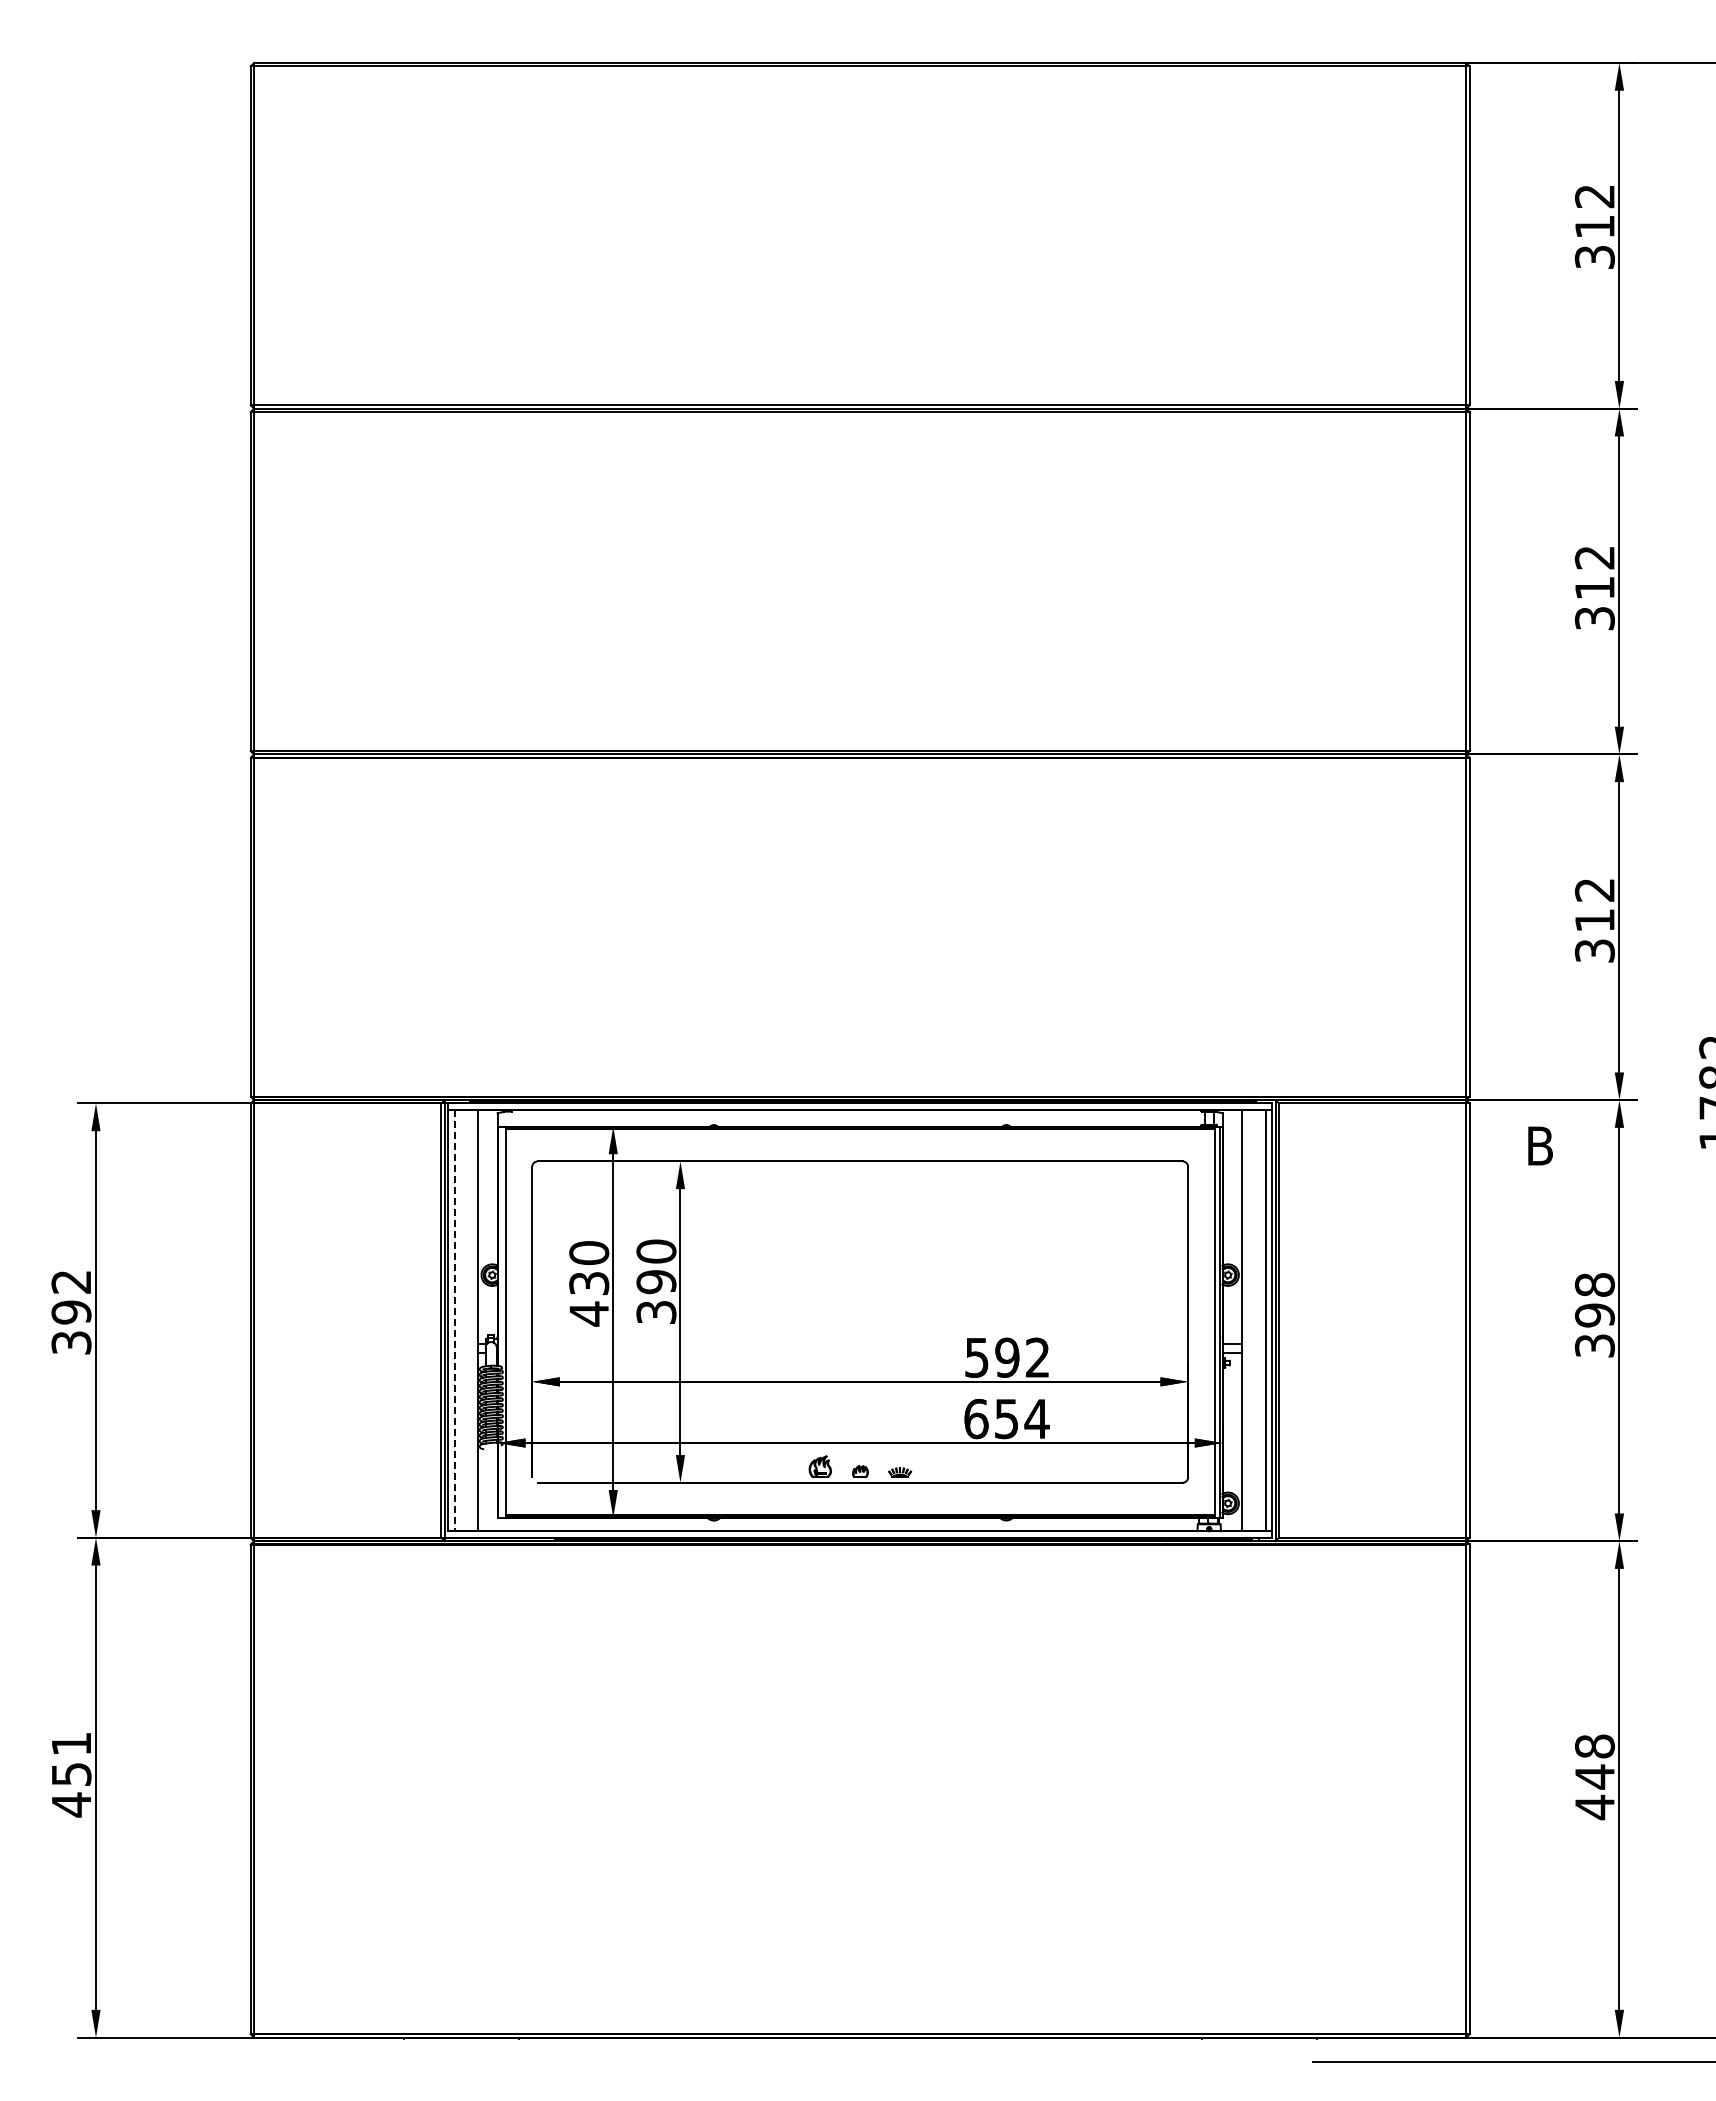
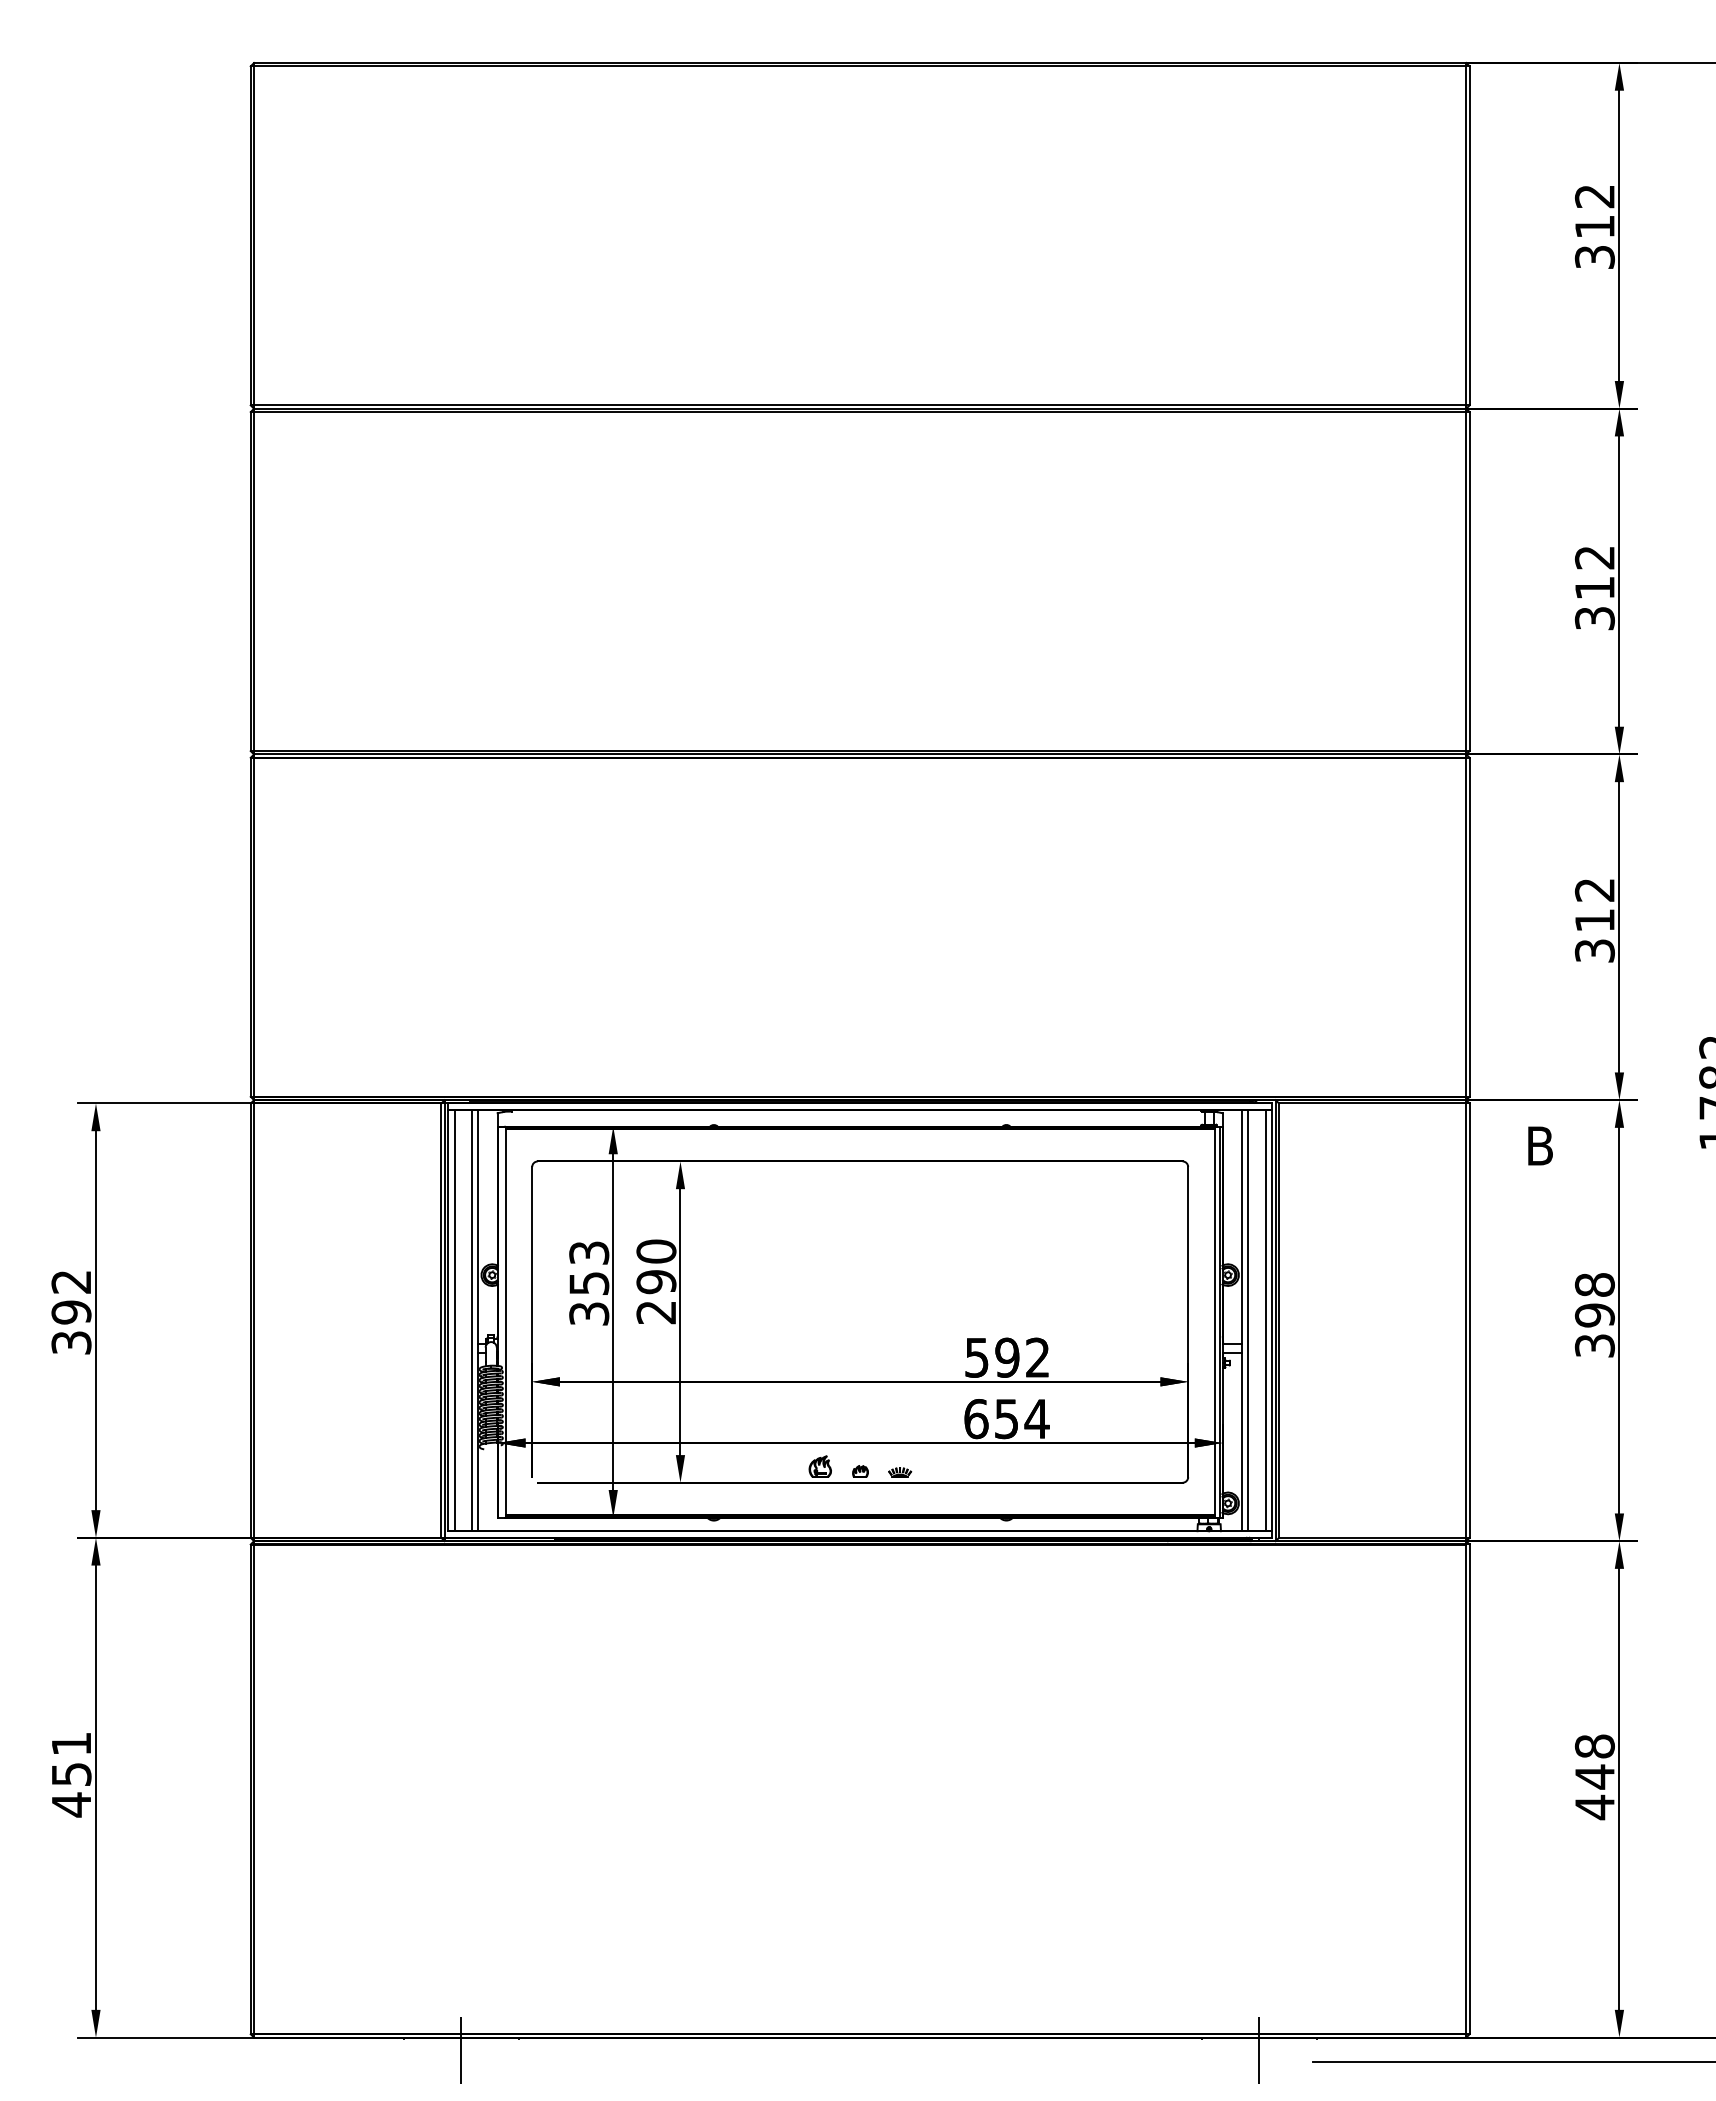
text at (589, 1283): 430 -> 353
text at (656, 1312): 390 -> 290
line at (454, 1320): dashed -> solid
line at (472, 1320): none -> present
line at (1248, 1320): none -> present
line at (461, 2050): none -> present
line at (1259, 2050): none -> present
